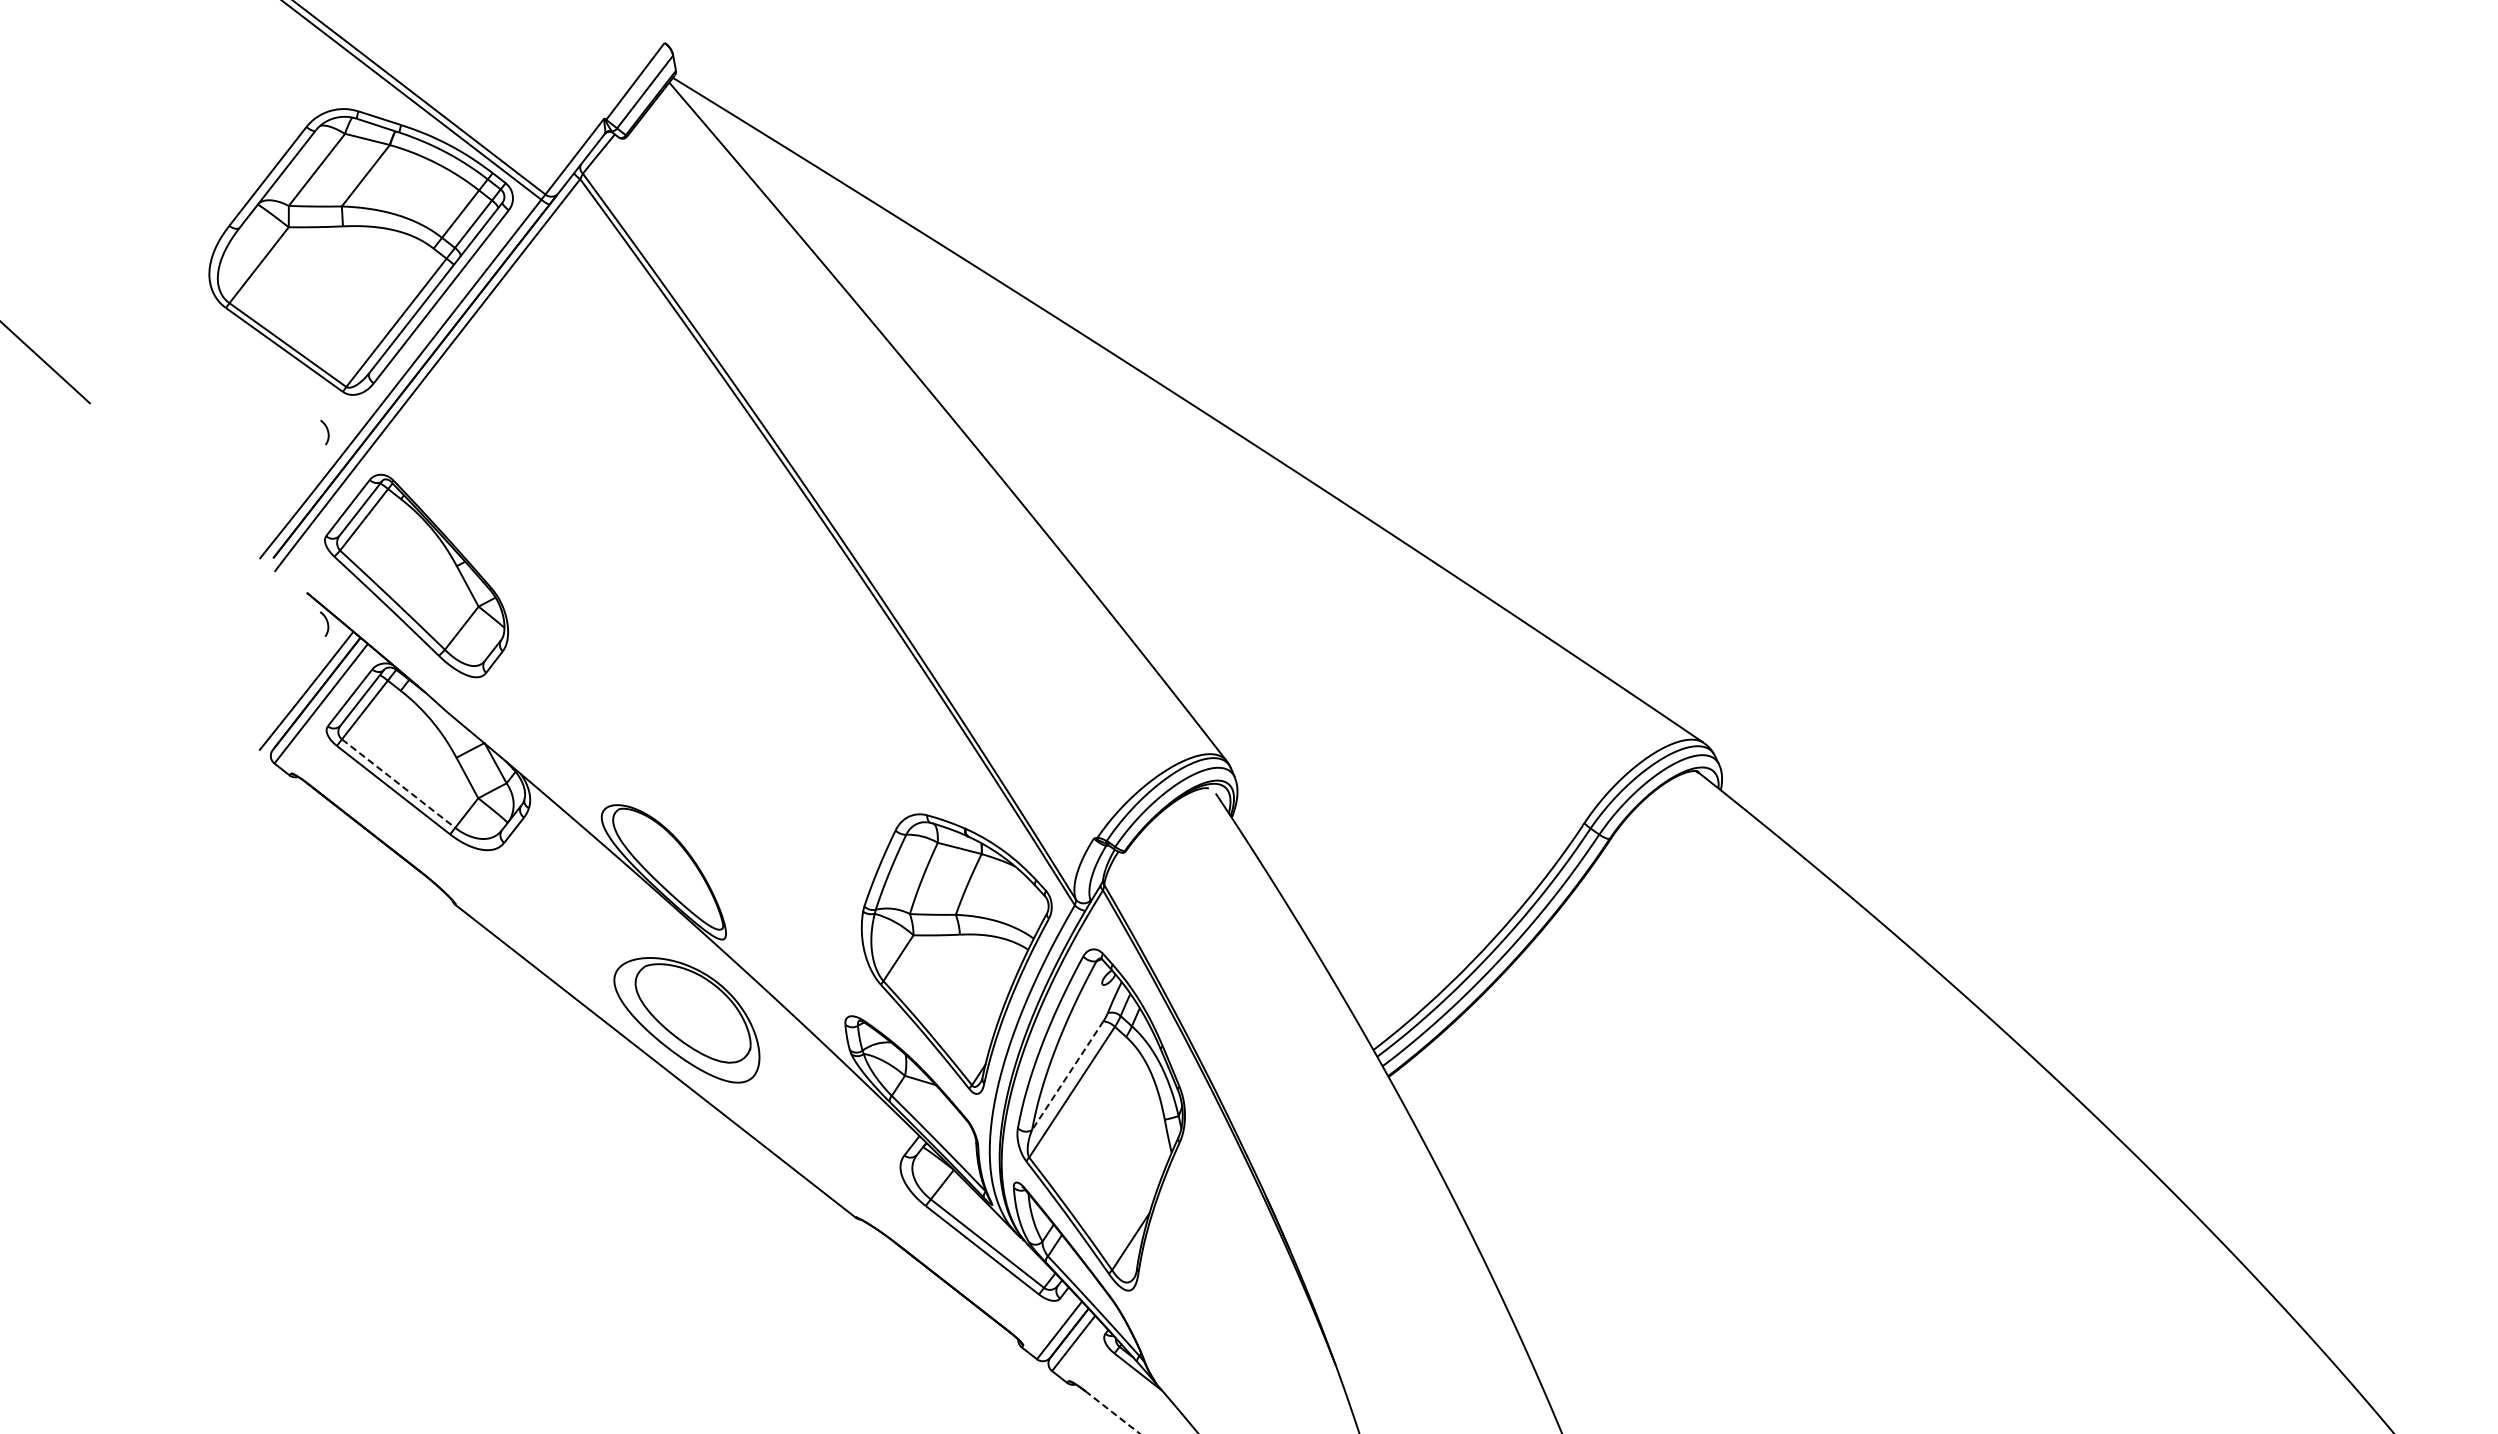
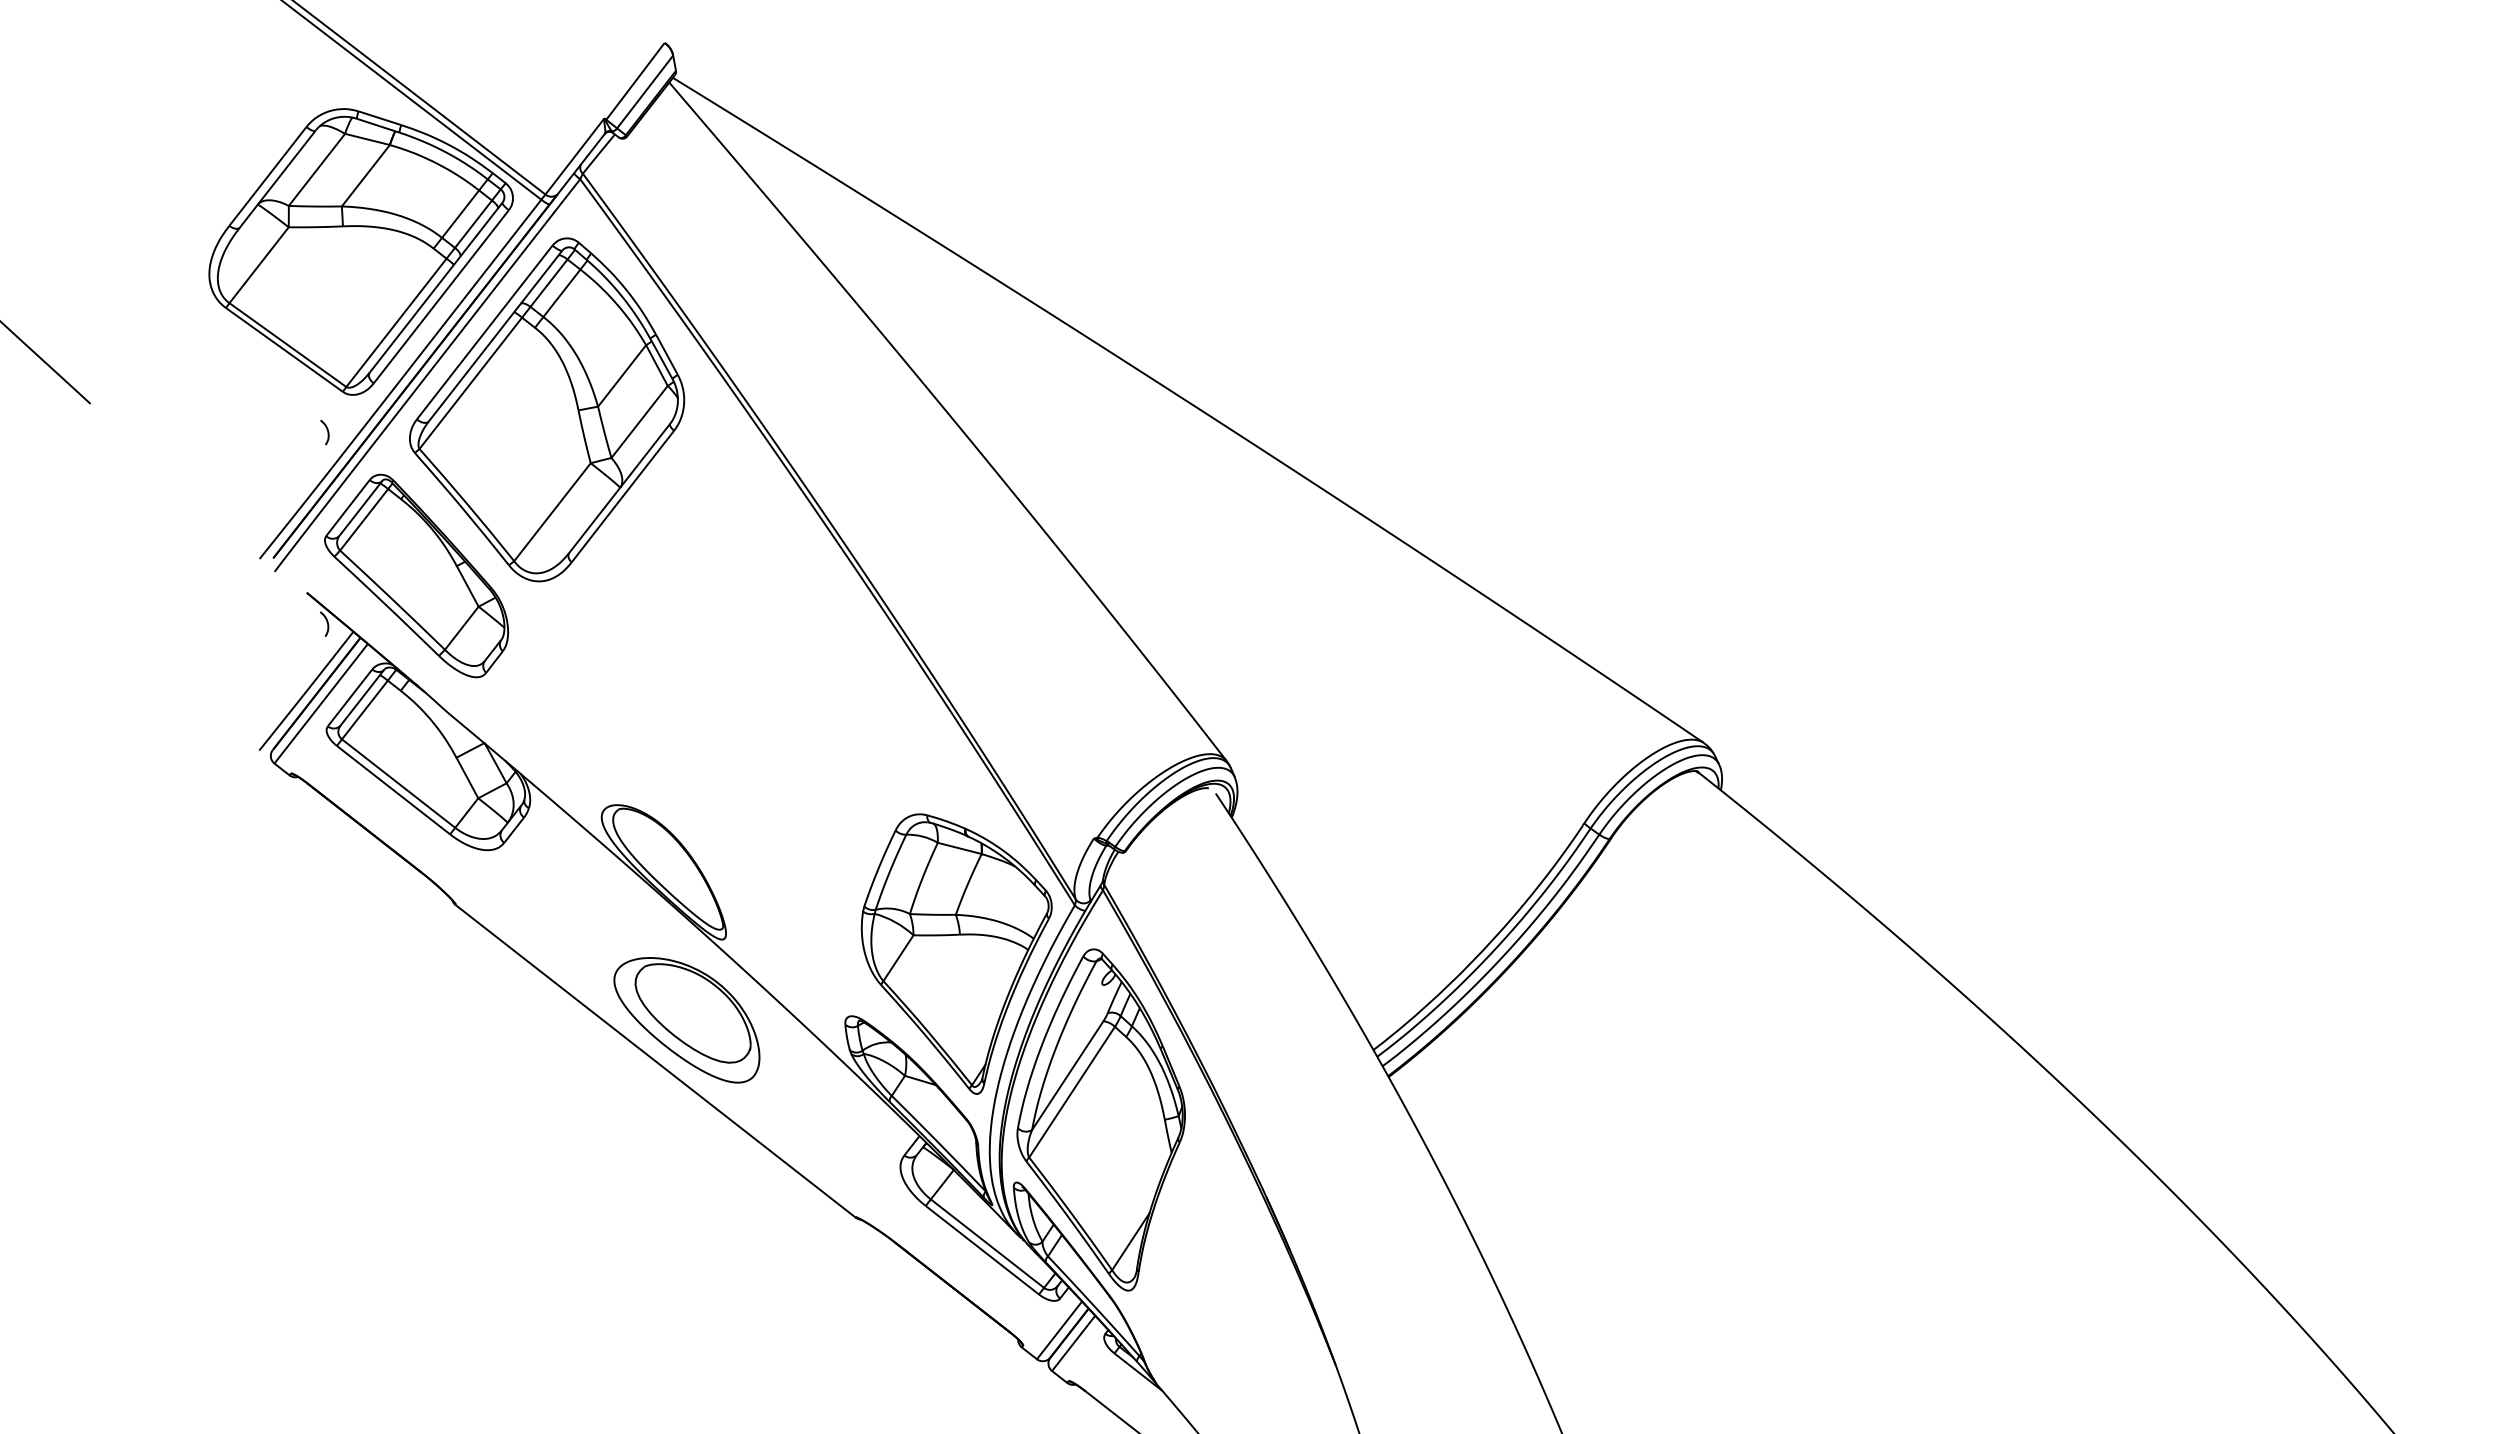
part at (547, 409): none -> present
line at (398, 783): dashed -> solid
line at (1067, 1076): dashed -> solid
line at (1112, 1411): dashed -> solid
